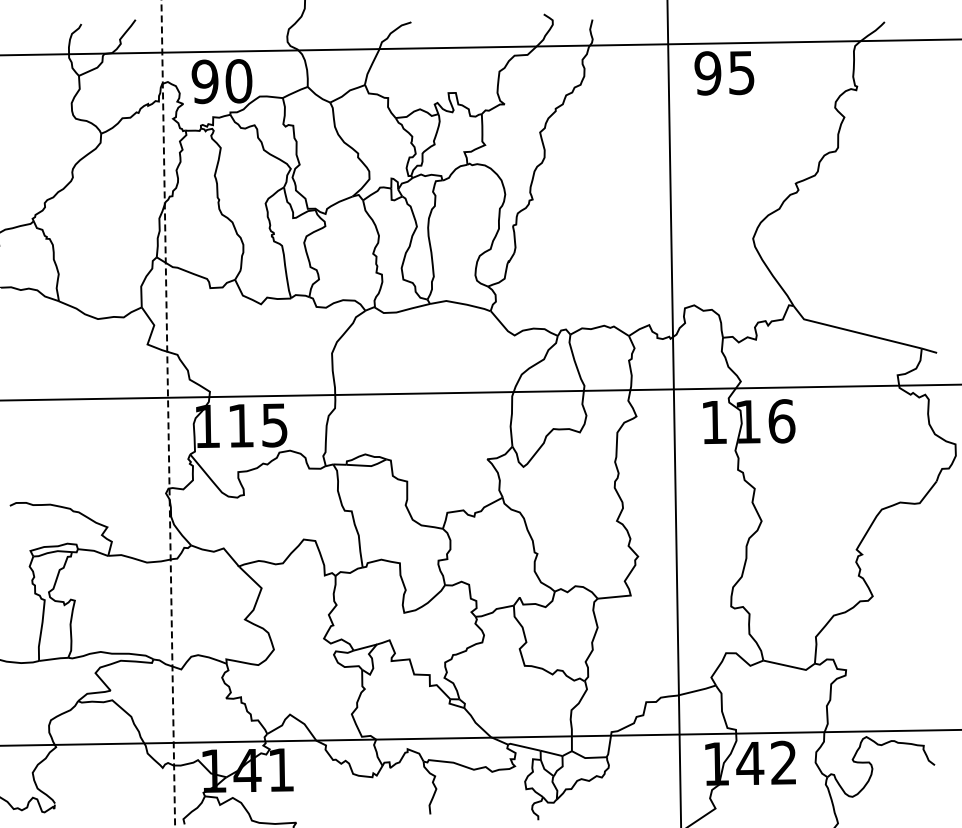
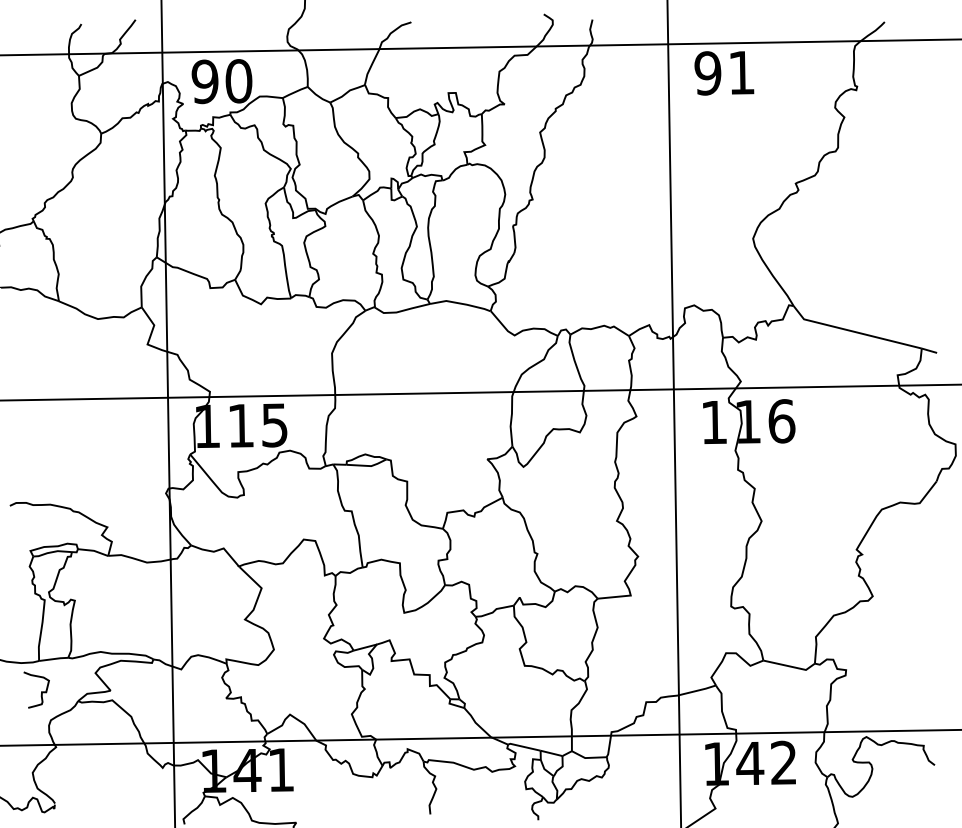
text at (741, 73): 95 -> 91
line at (168, 414): dashed -> solid
curve at (41, 691): none -> present
